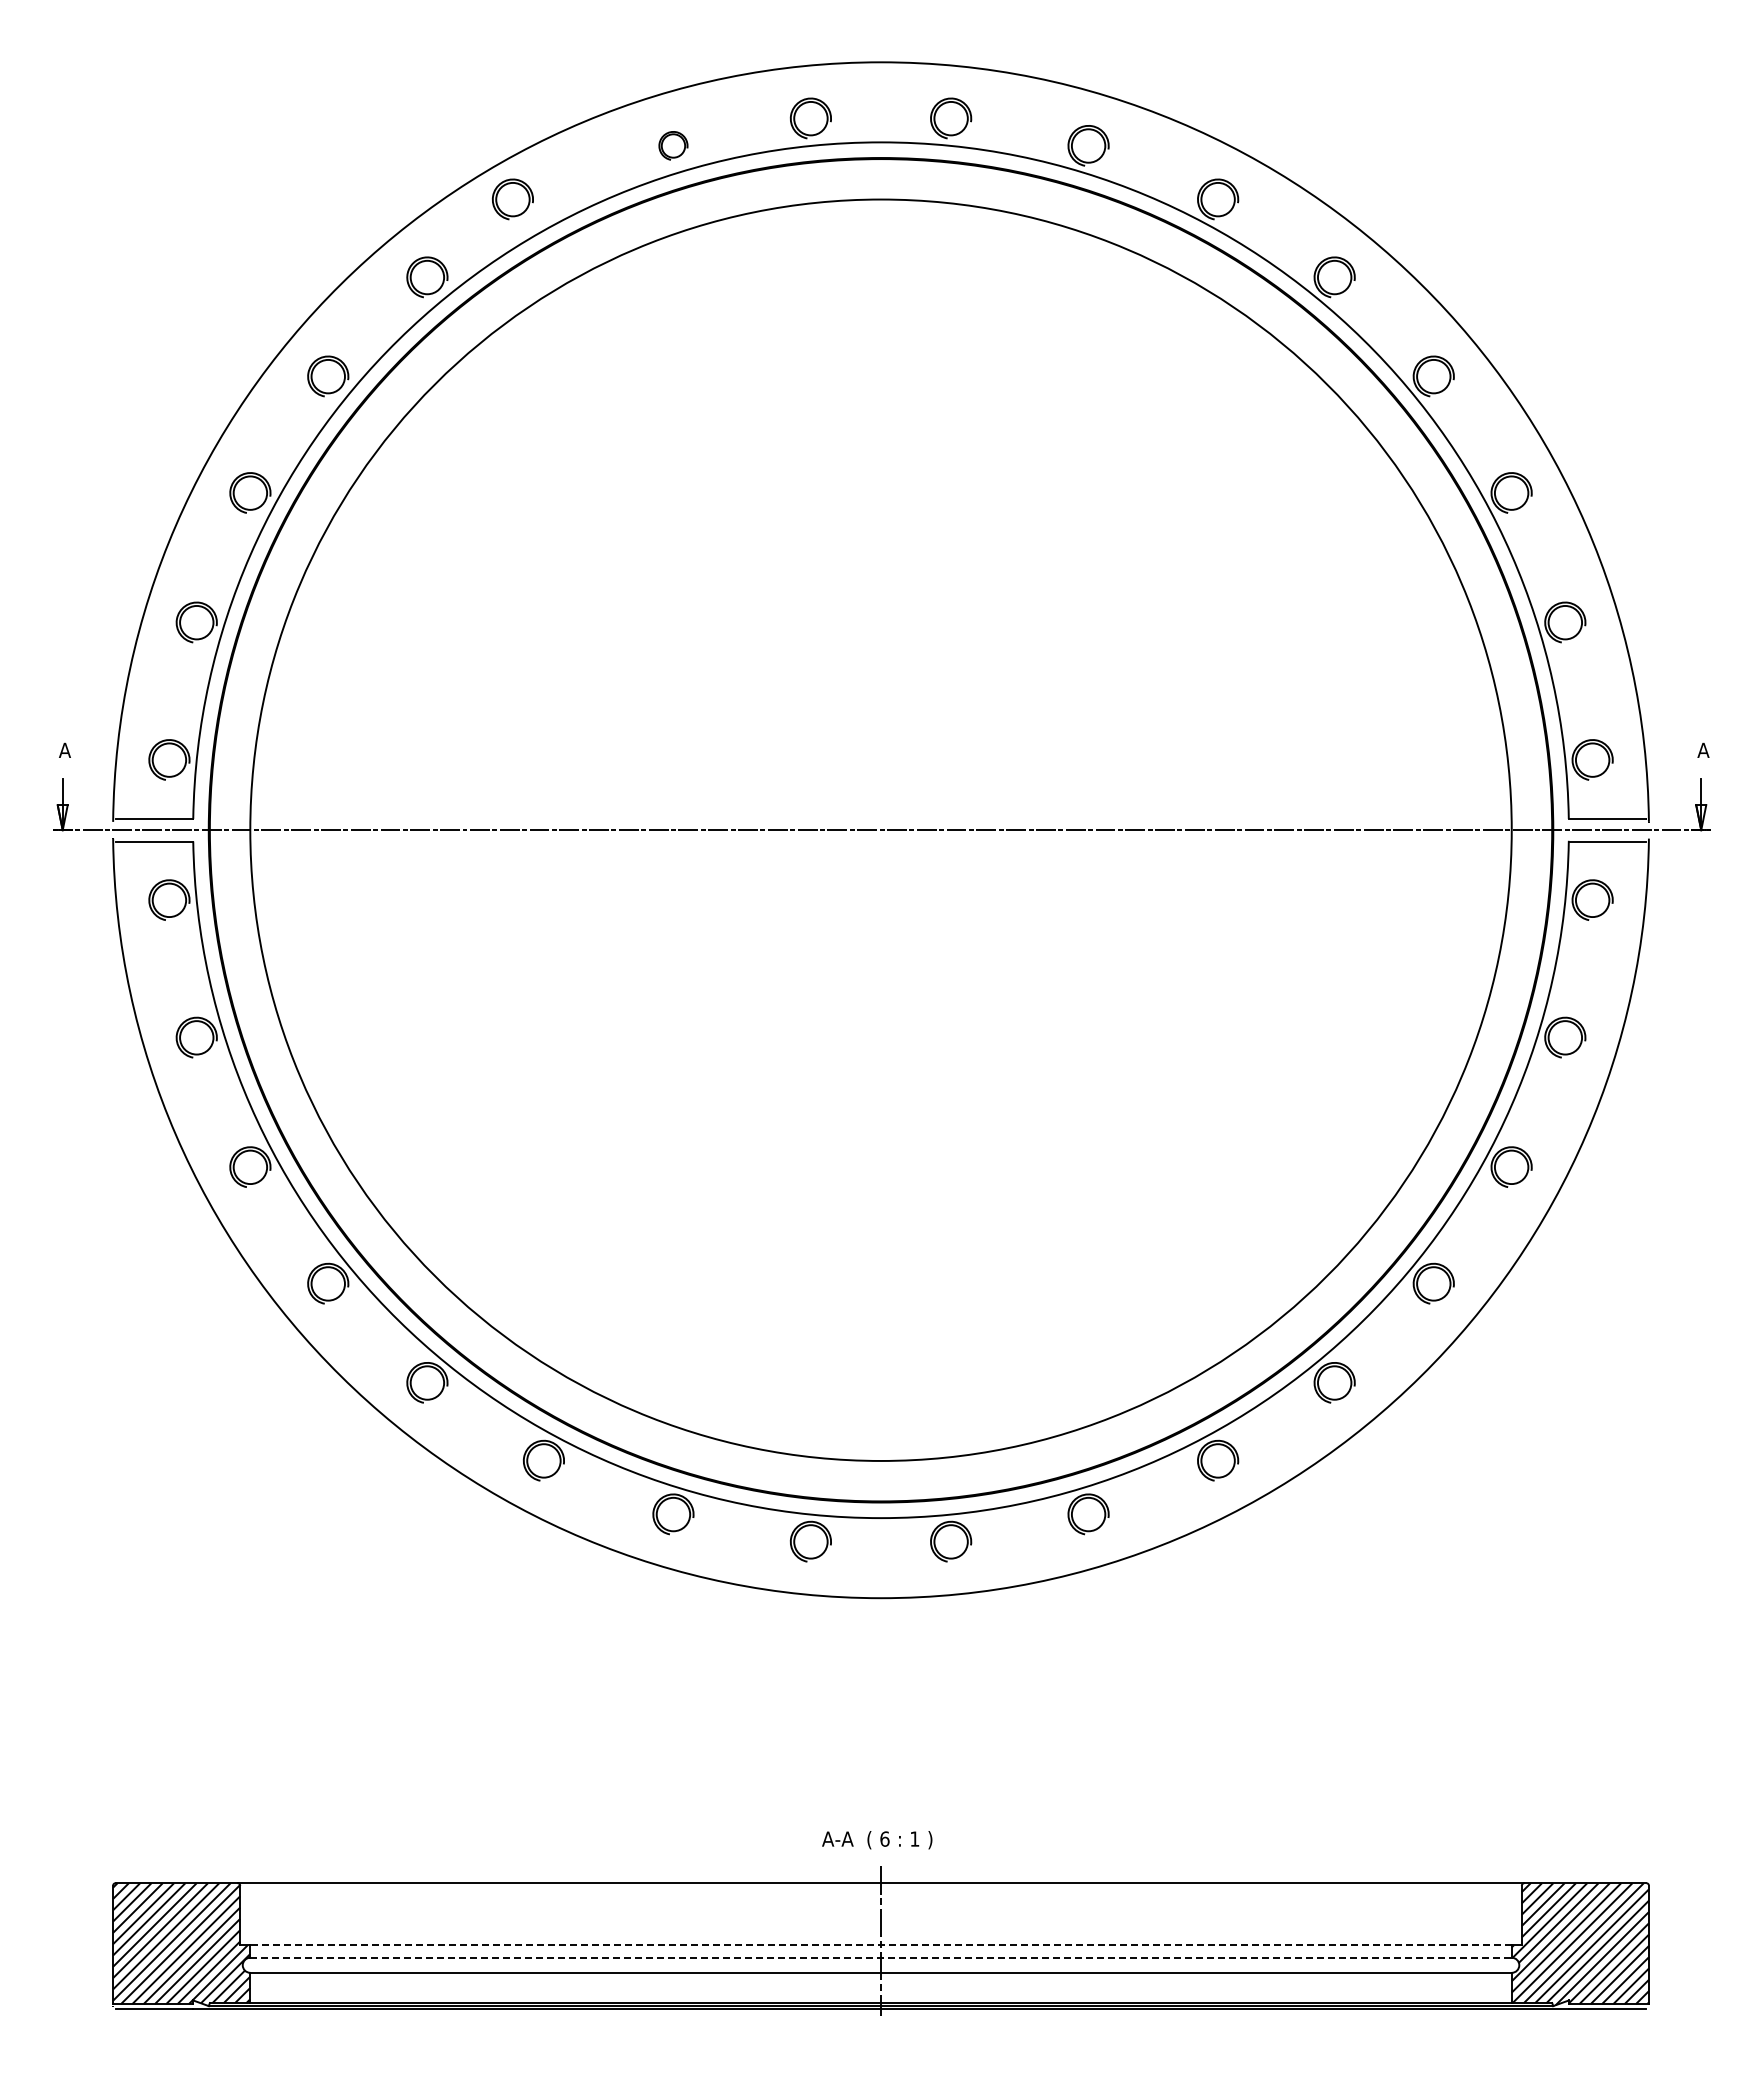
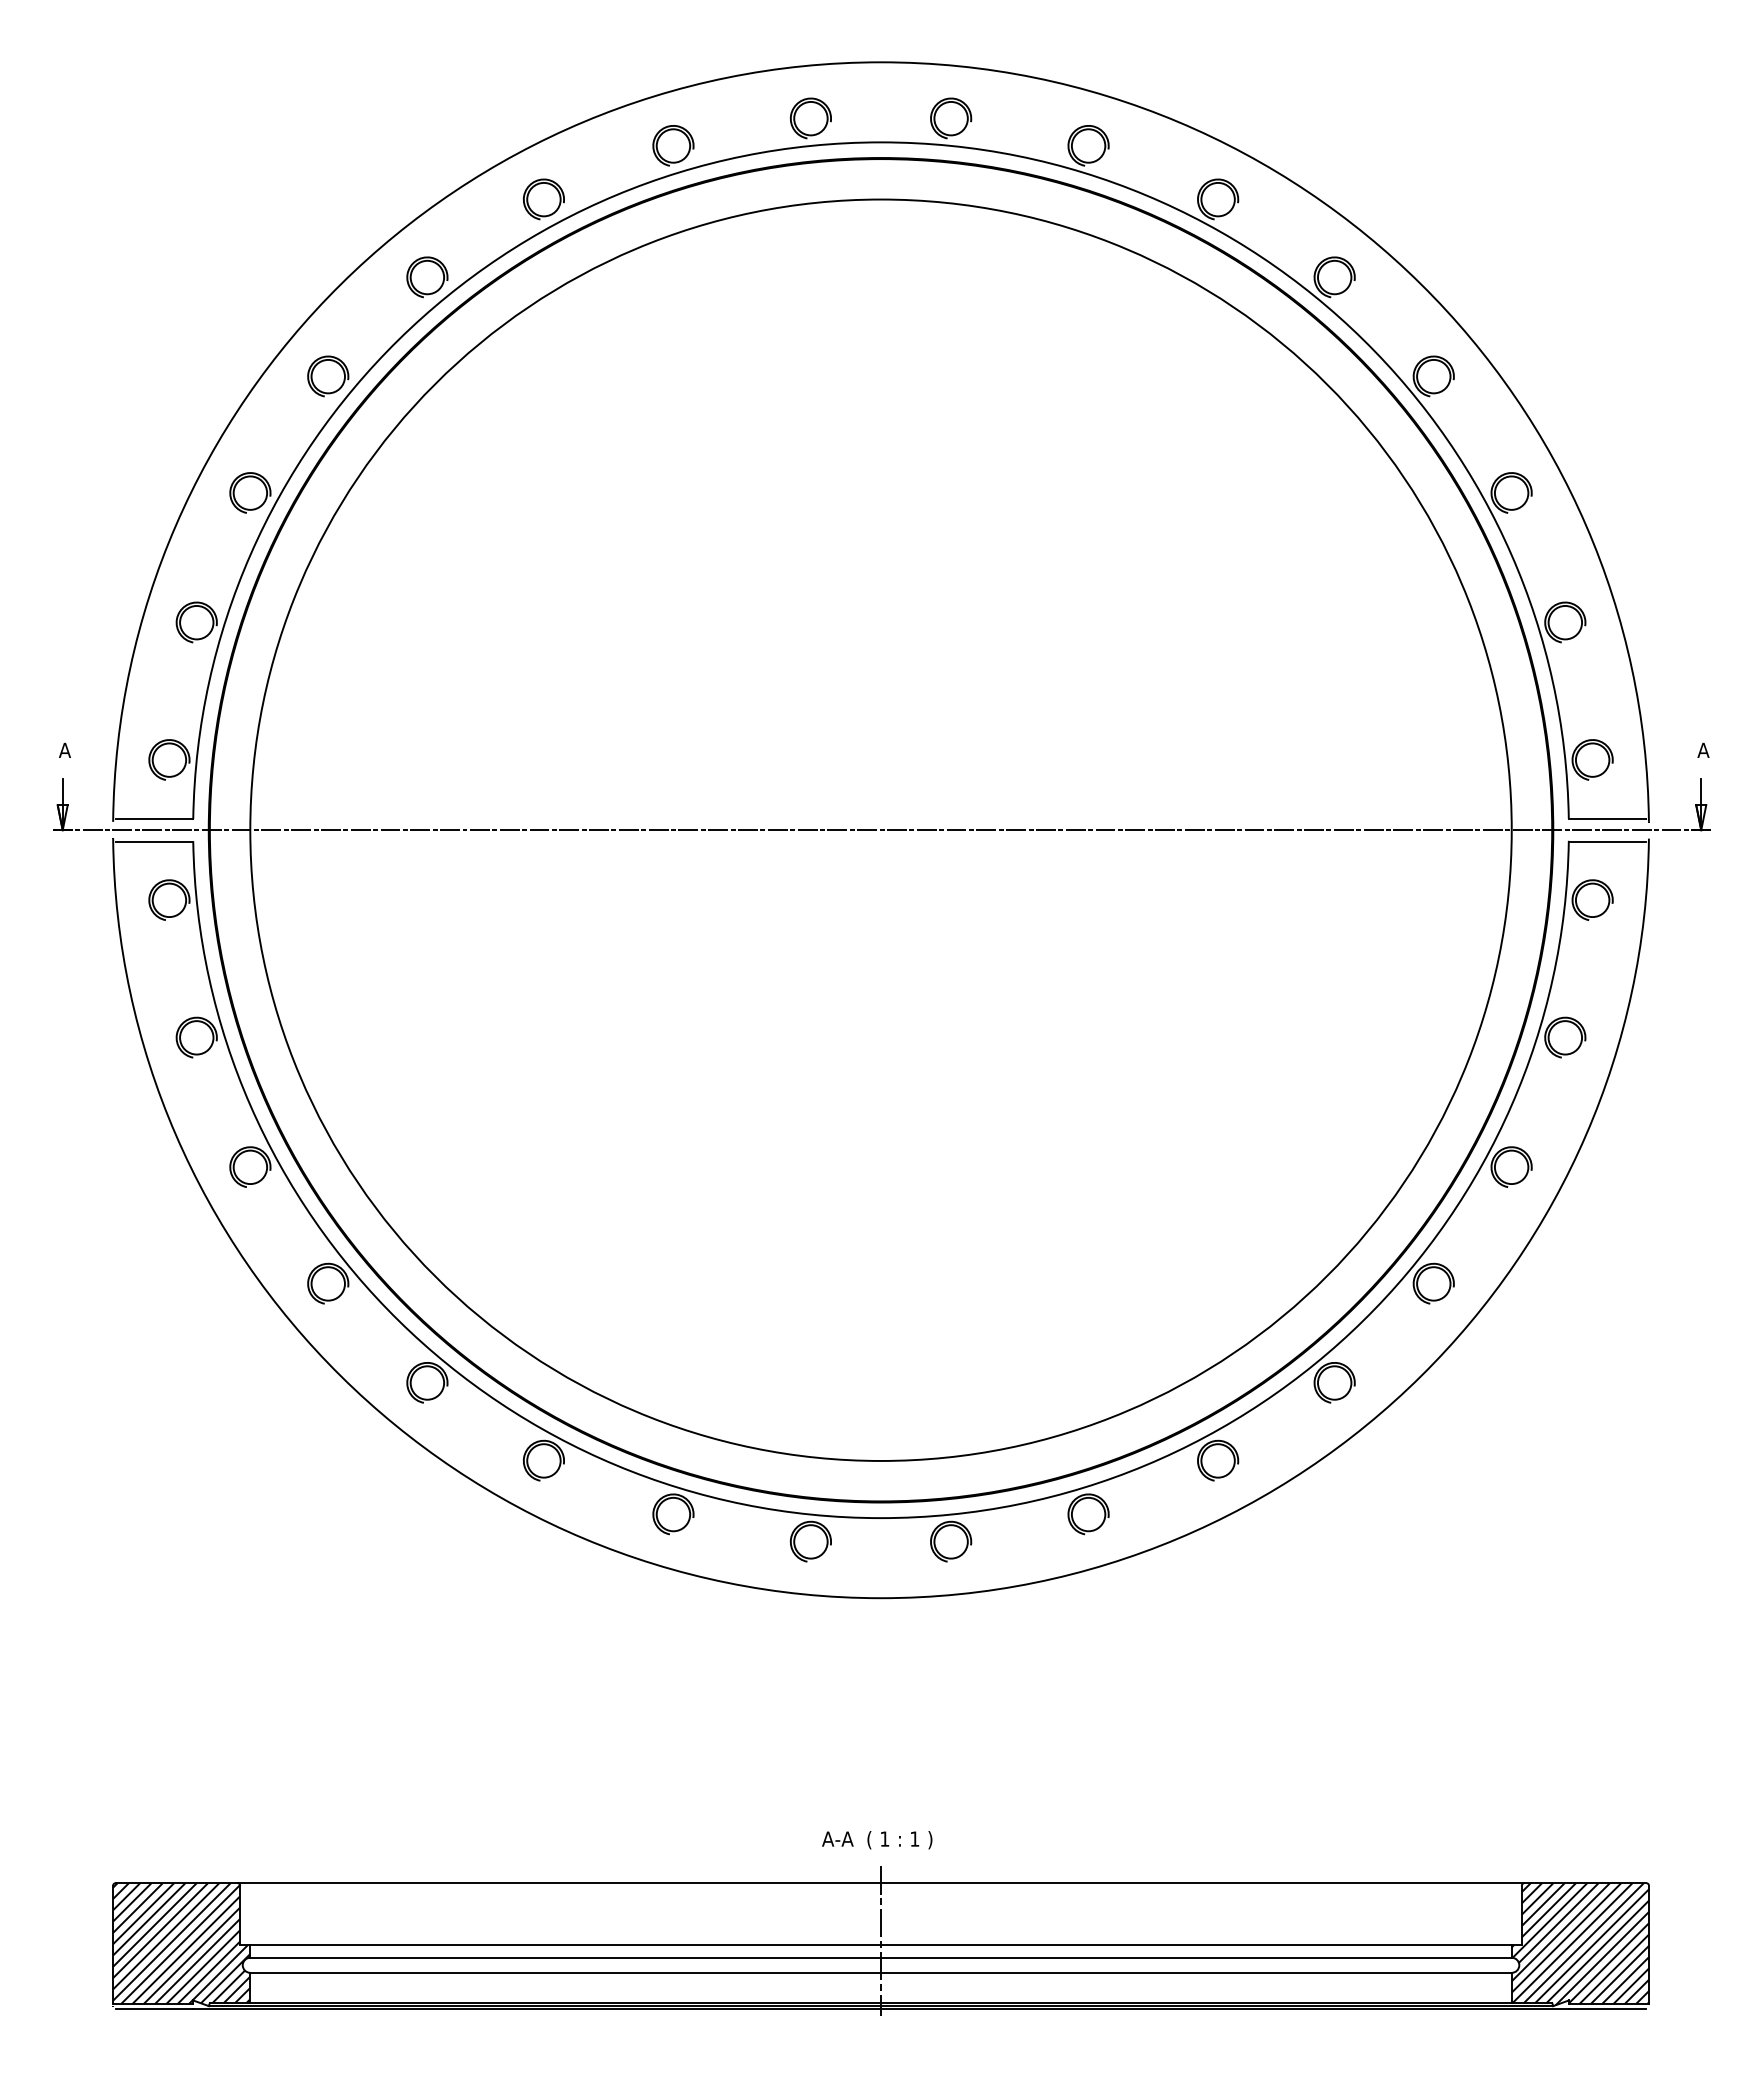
part at (673, 145) size: 31x30 px -> 43x42 px
part at (512, 199) position: (512, 199) -> (543, 199)
text at (884, 1838): 6 -> 1
line at (881, 1945): dashed -> solid
line at (881, 1957): dashed -> solid
